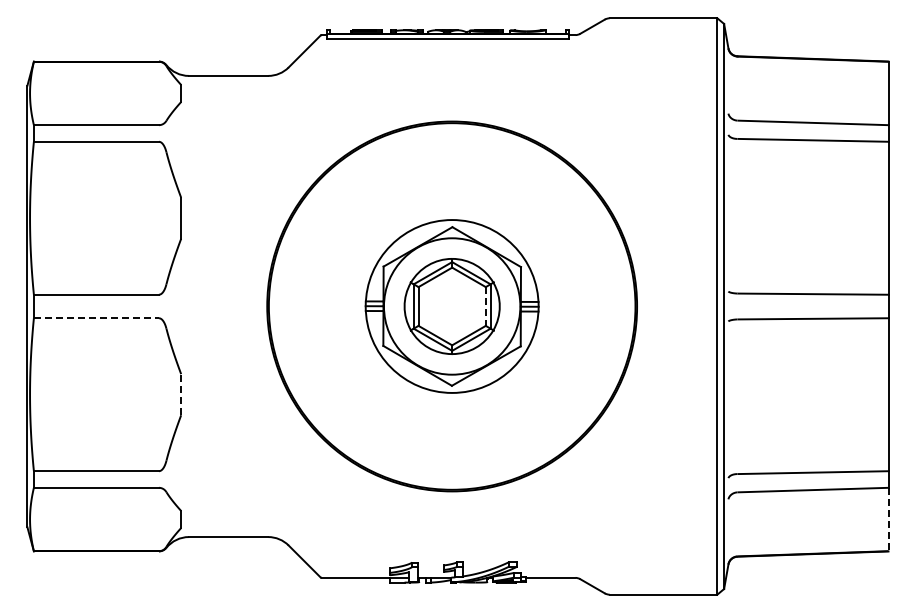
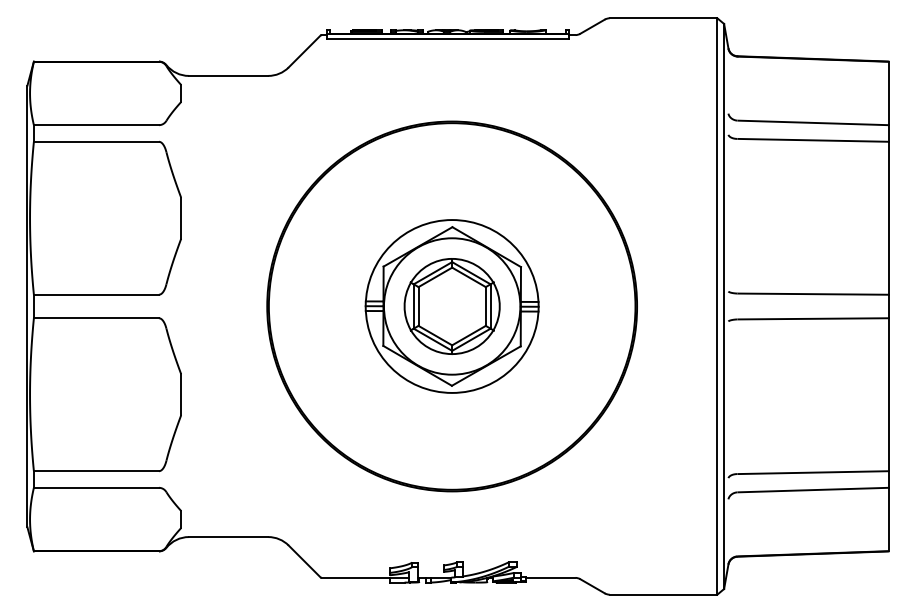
line at (485, 307): dashed -> solid
line at (96, 318): dashed -> solid
line at (181, 394): dashed -> solid
line at (888, 519): dashed -> solid
